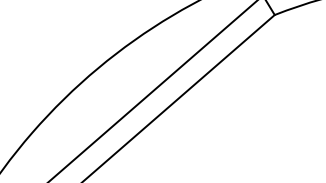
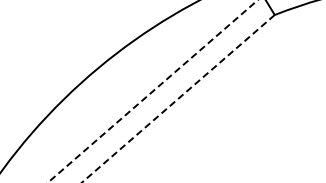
line at (152, 91): solid -> dashed
line at (178, 98): solid -> dashed
